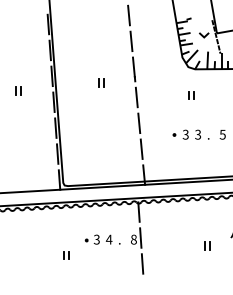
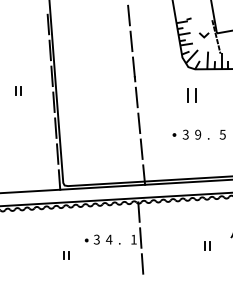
part at (101, 82): present -> none
part at (191, 95) size: 7x9 px -> 10x15 px
text at (198, 134): 3 -> 9
text at (133, 239): 8 -> 1
